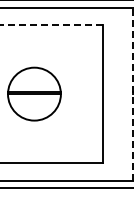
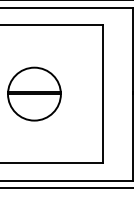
line at (51, 25): dashed -> solid
line at (133, 94): dashed -> solid
